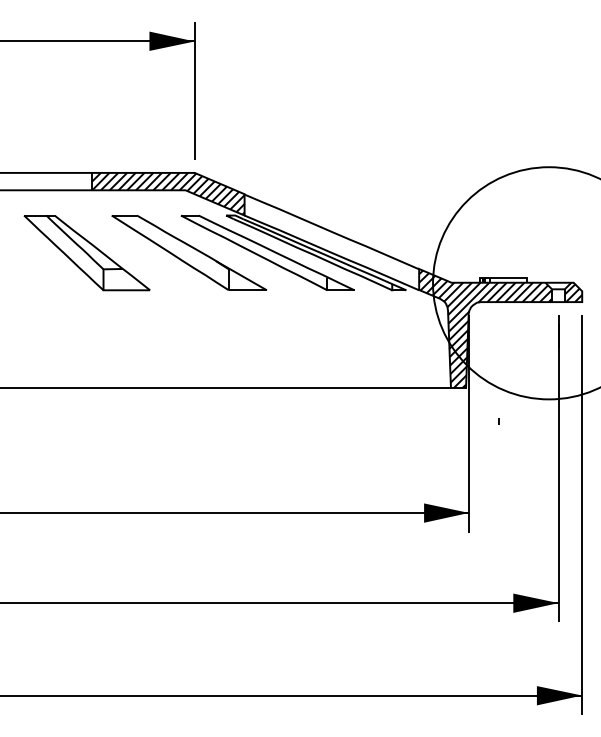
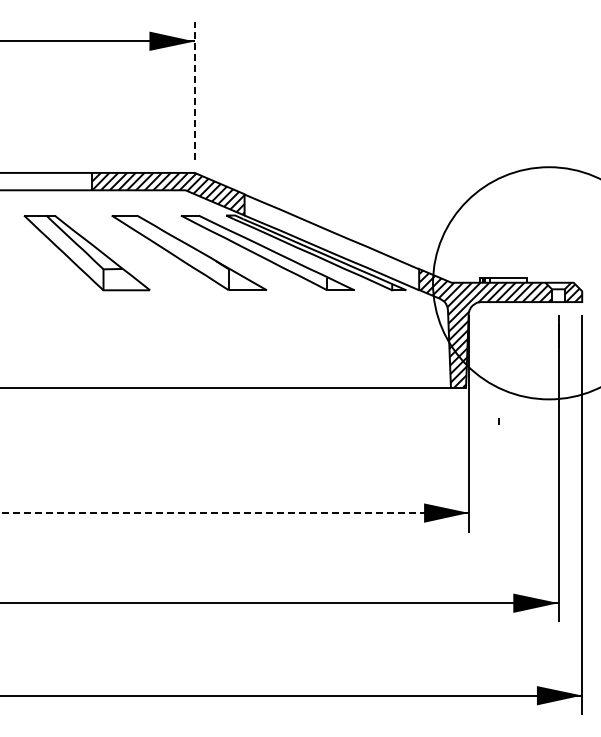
line at (194, 90): solid -> dashed
line at (235, 512): solid -> dashed
